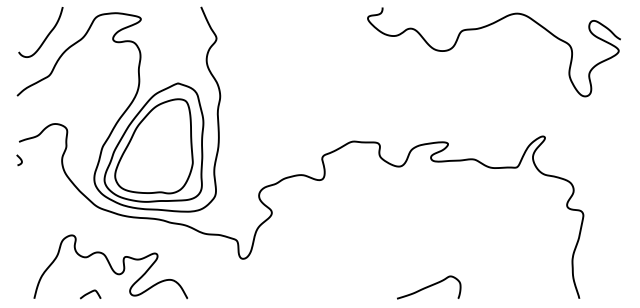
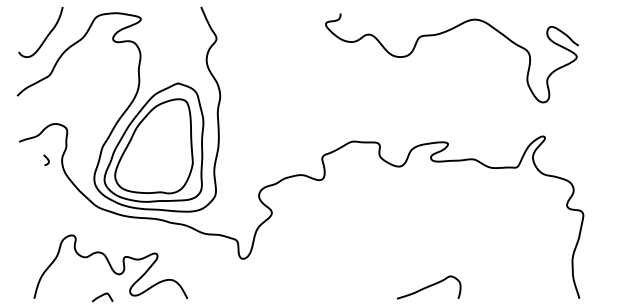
curve at (486, 27) position: (486, 27) -> (444, 33)
curve at (19, 159) position: (19, 159) -> (46, 159)
curve at (90, 293) position: (90, 293) -> (102, 296)
